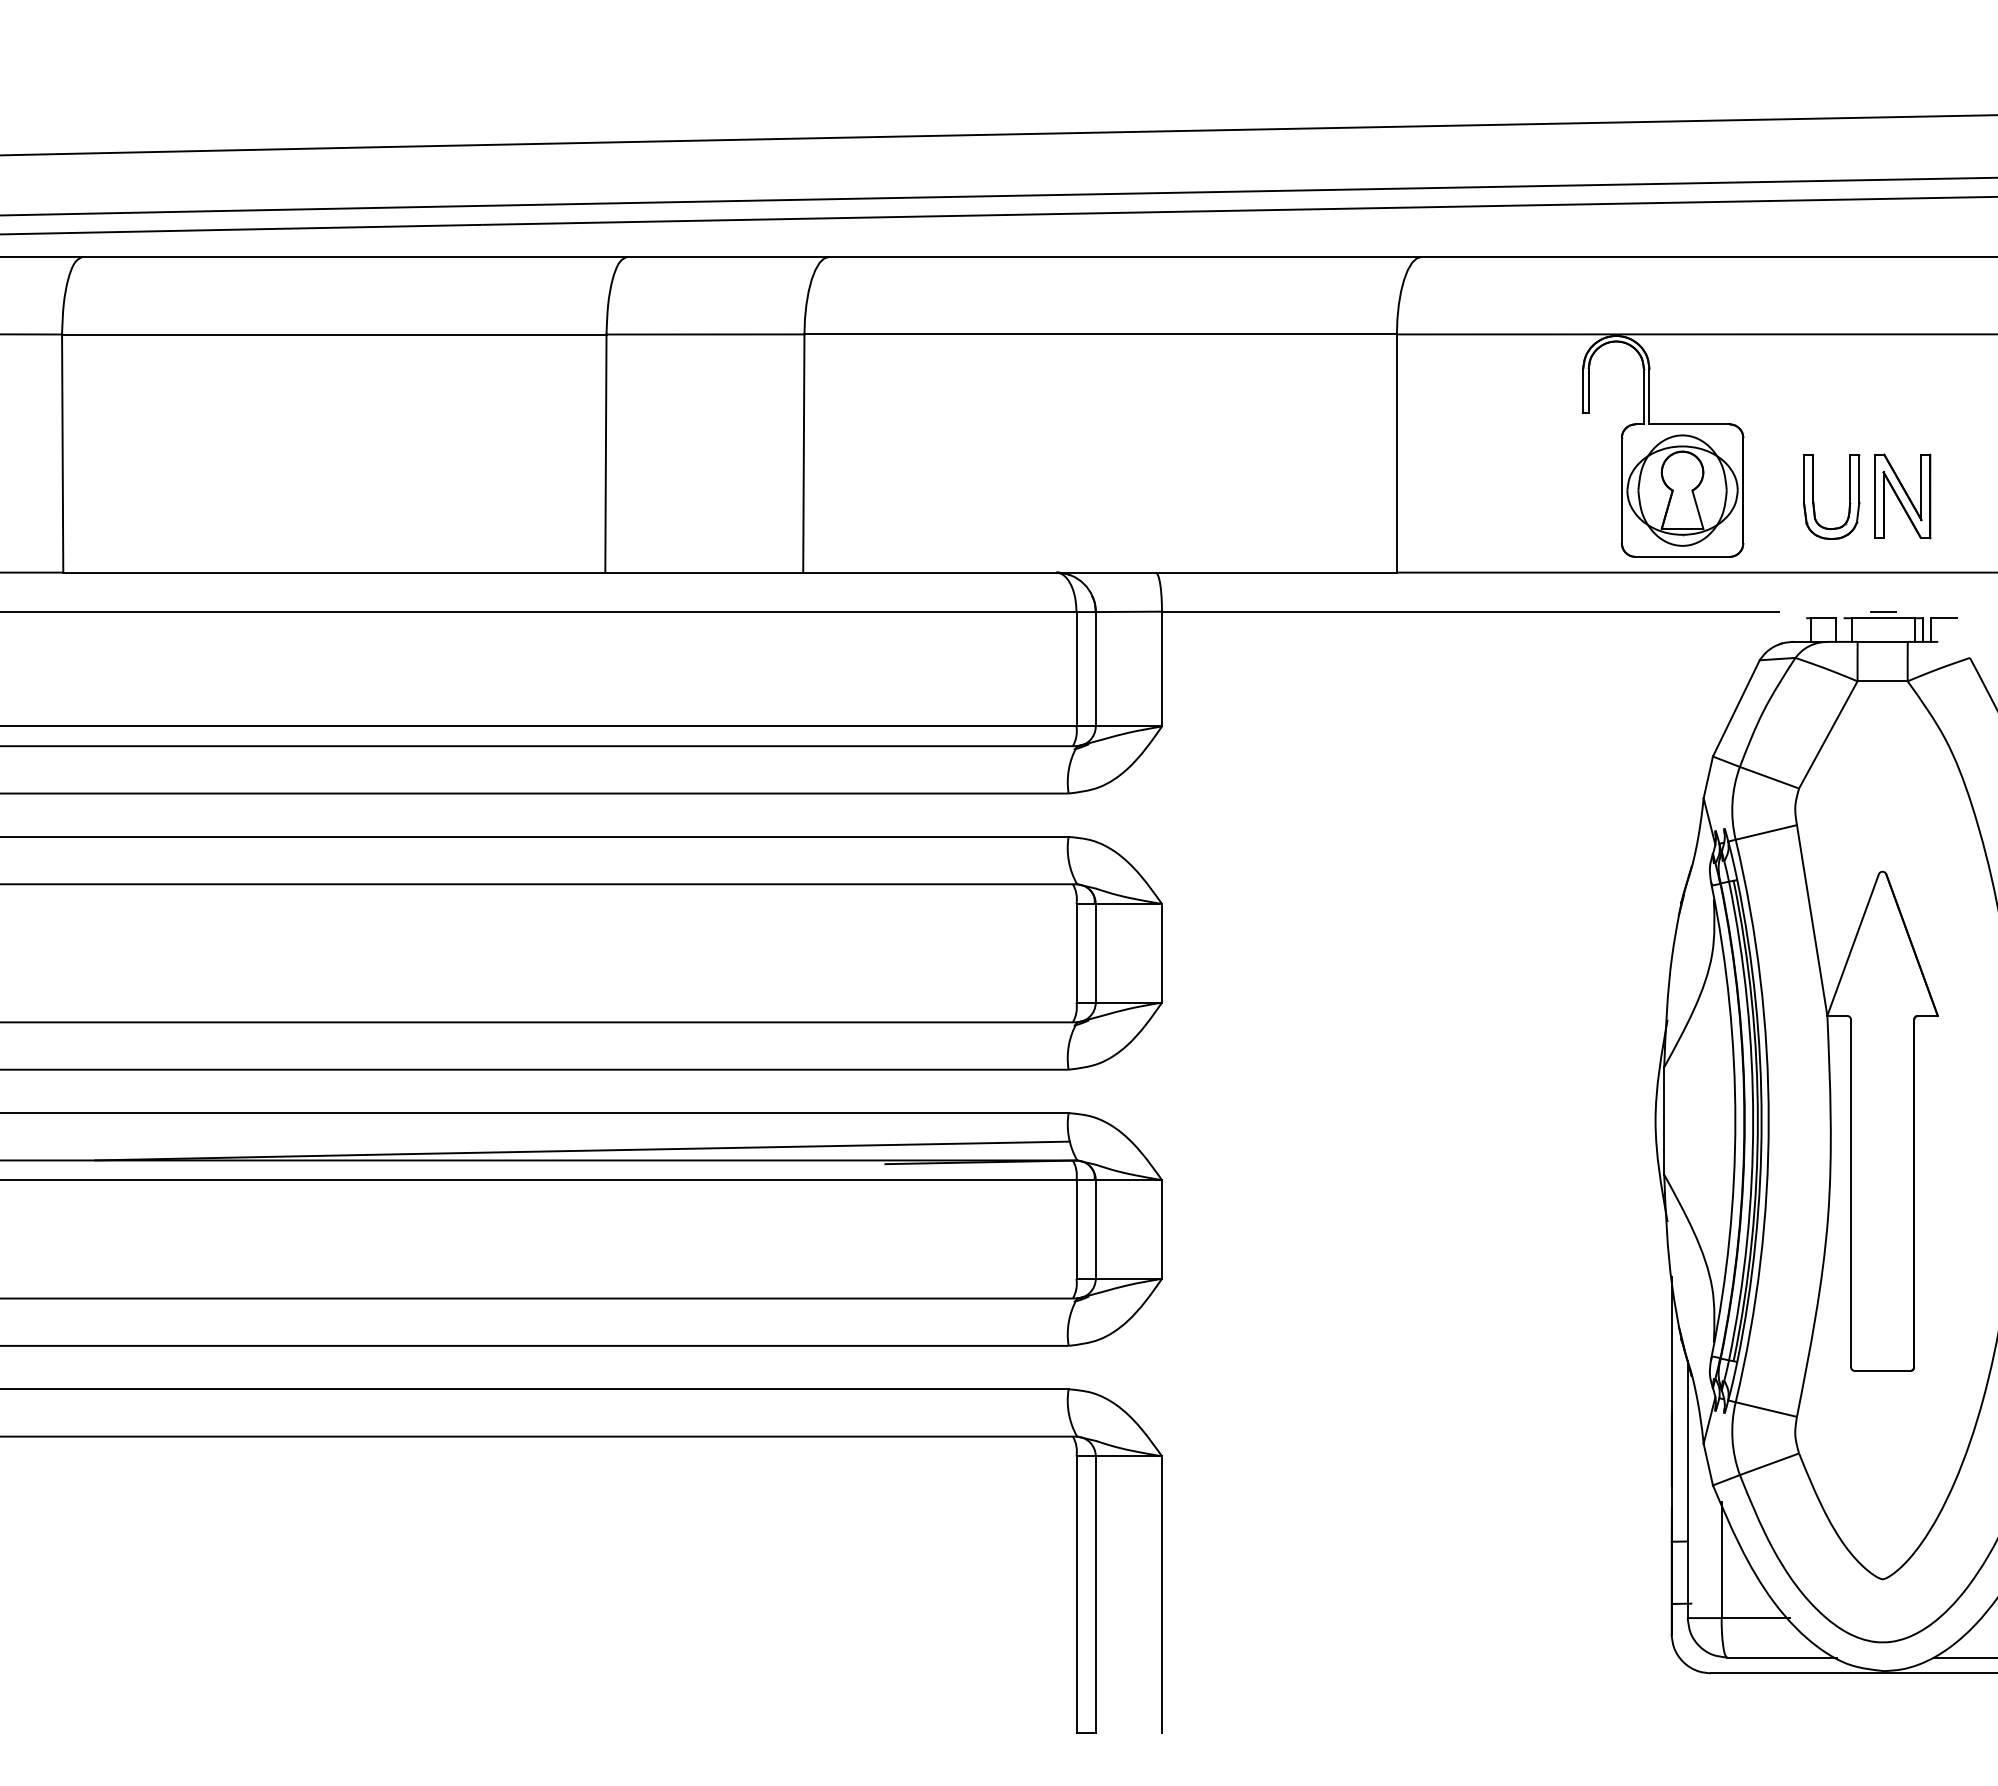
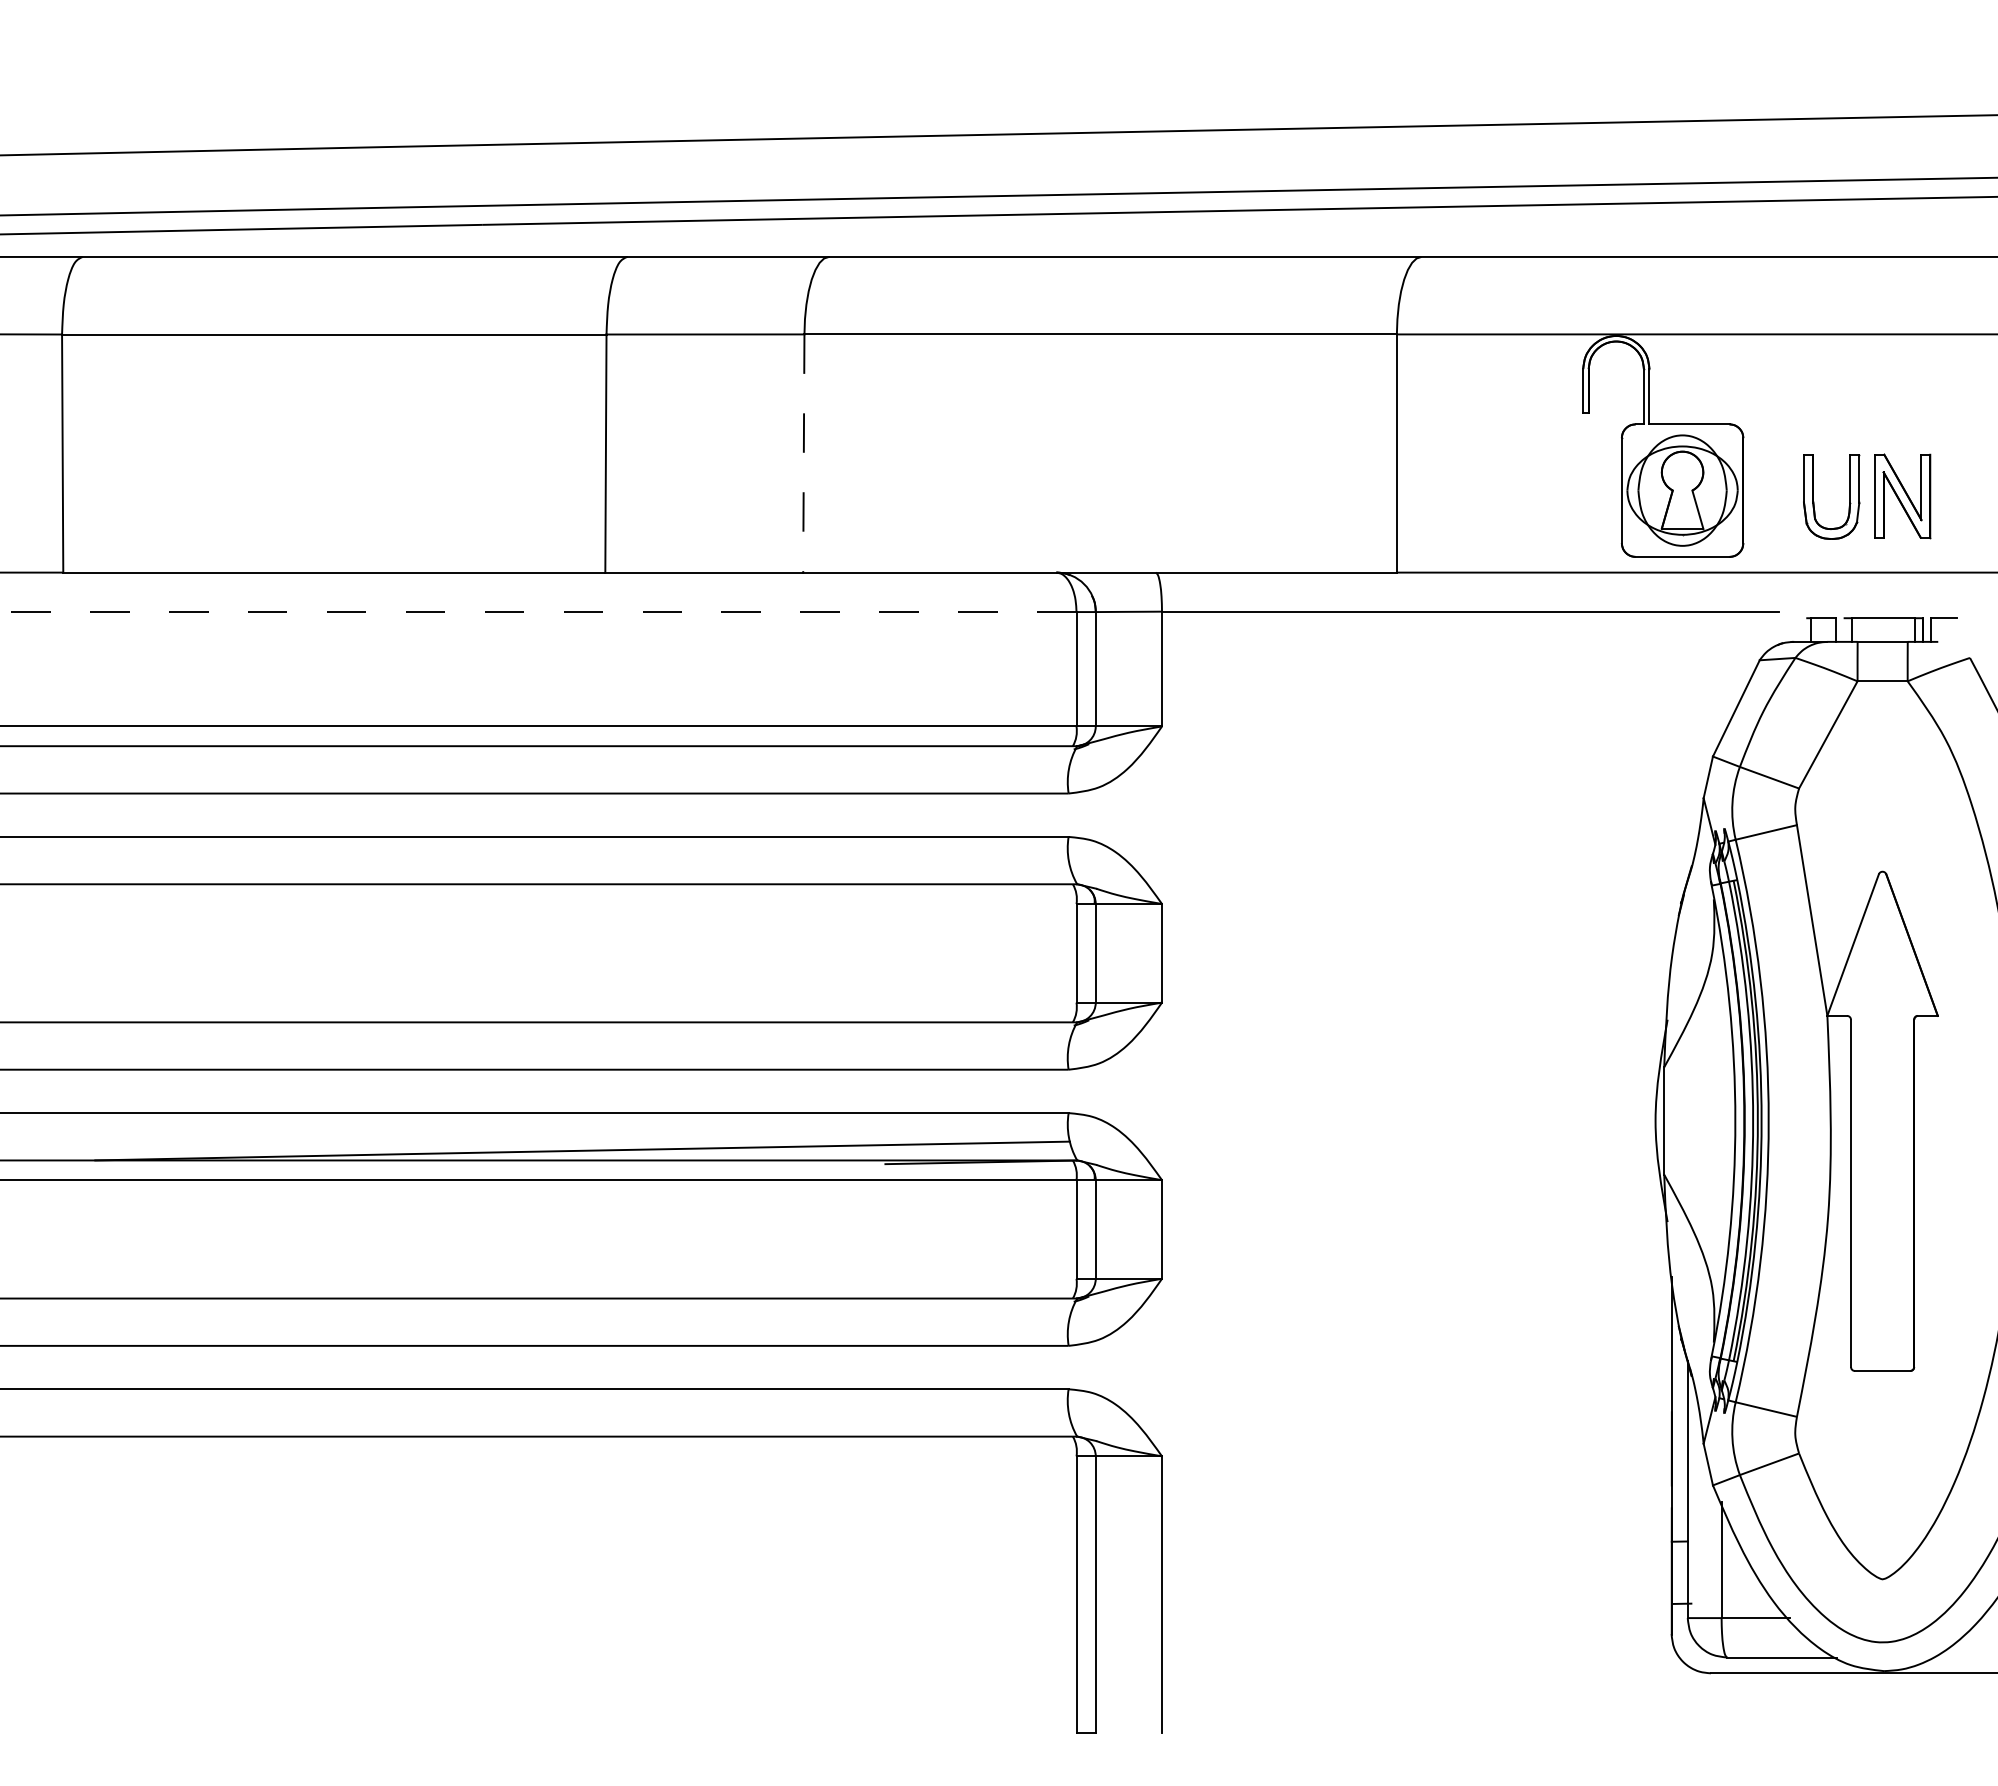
line at (803, 454): solid -> dashed
line at (1883, 611): present -> none
line at (538, 612): solid -> dashed
line at (1963, 1657): present -> none
